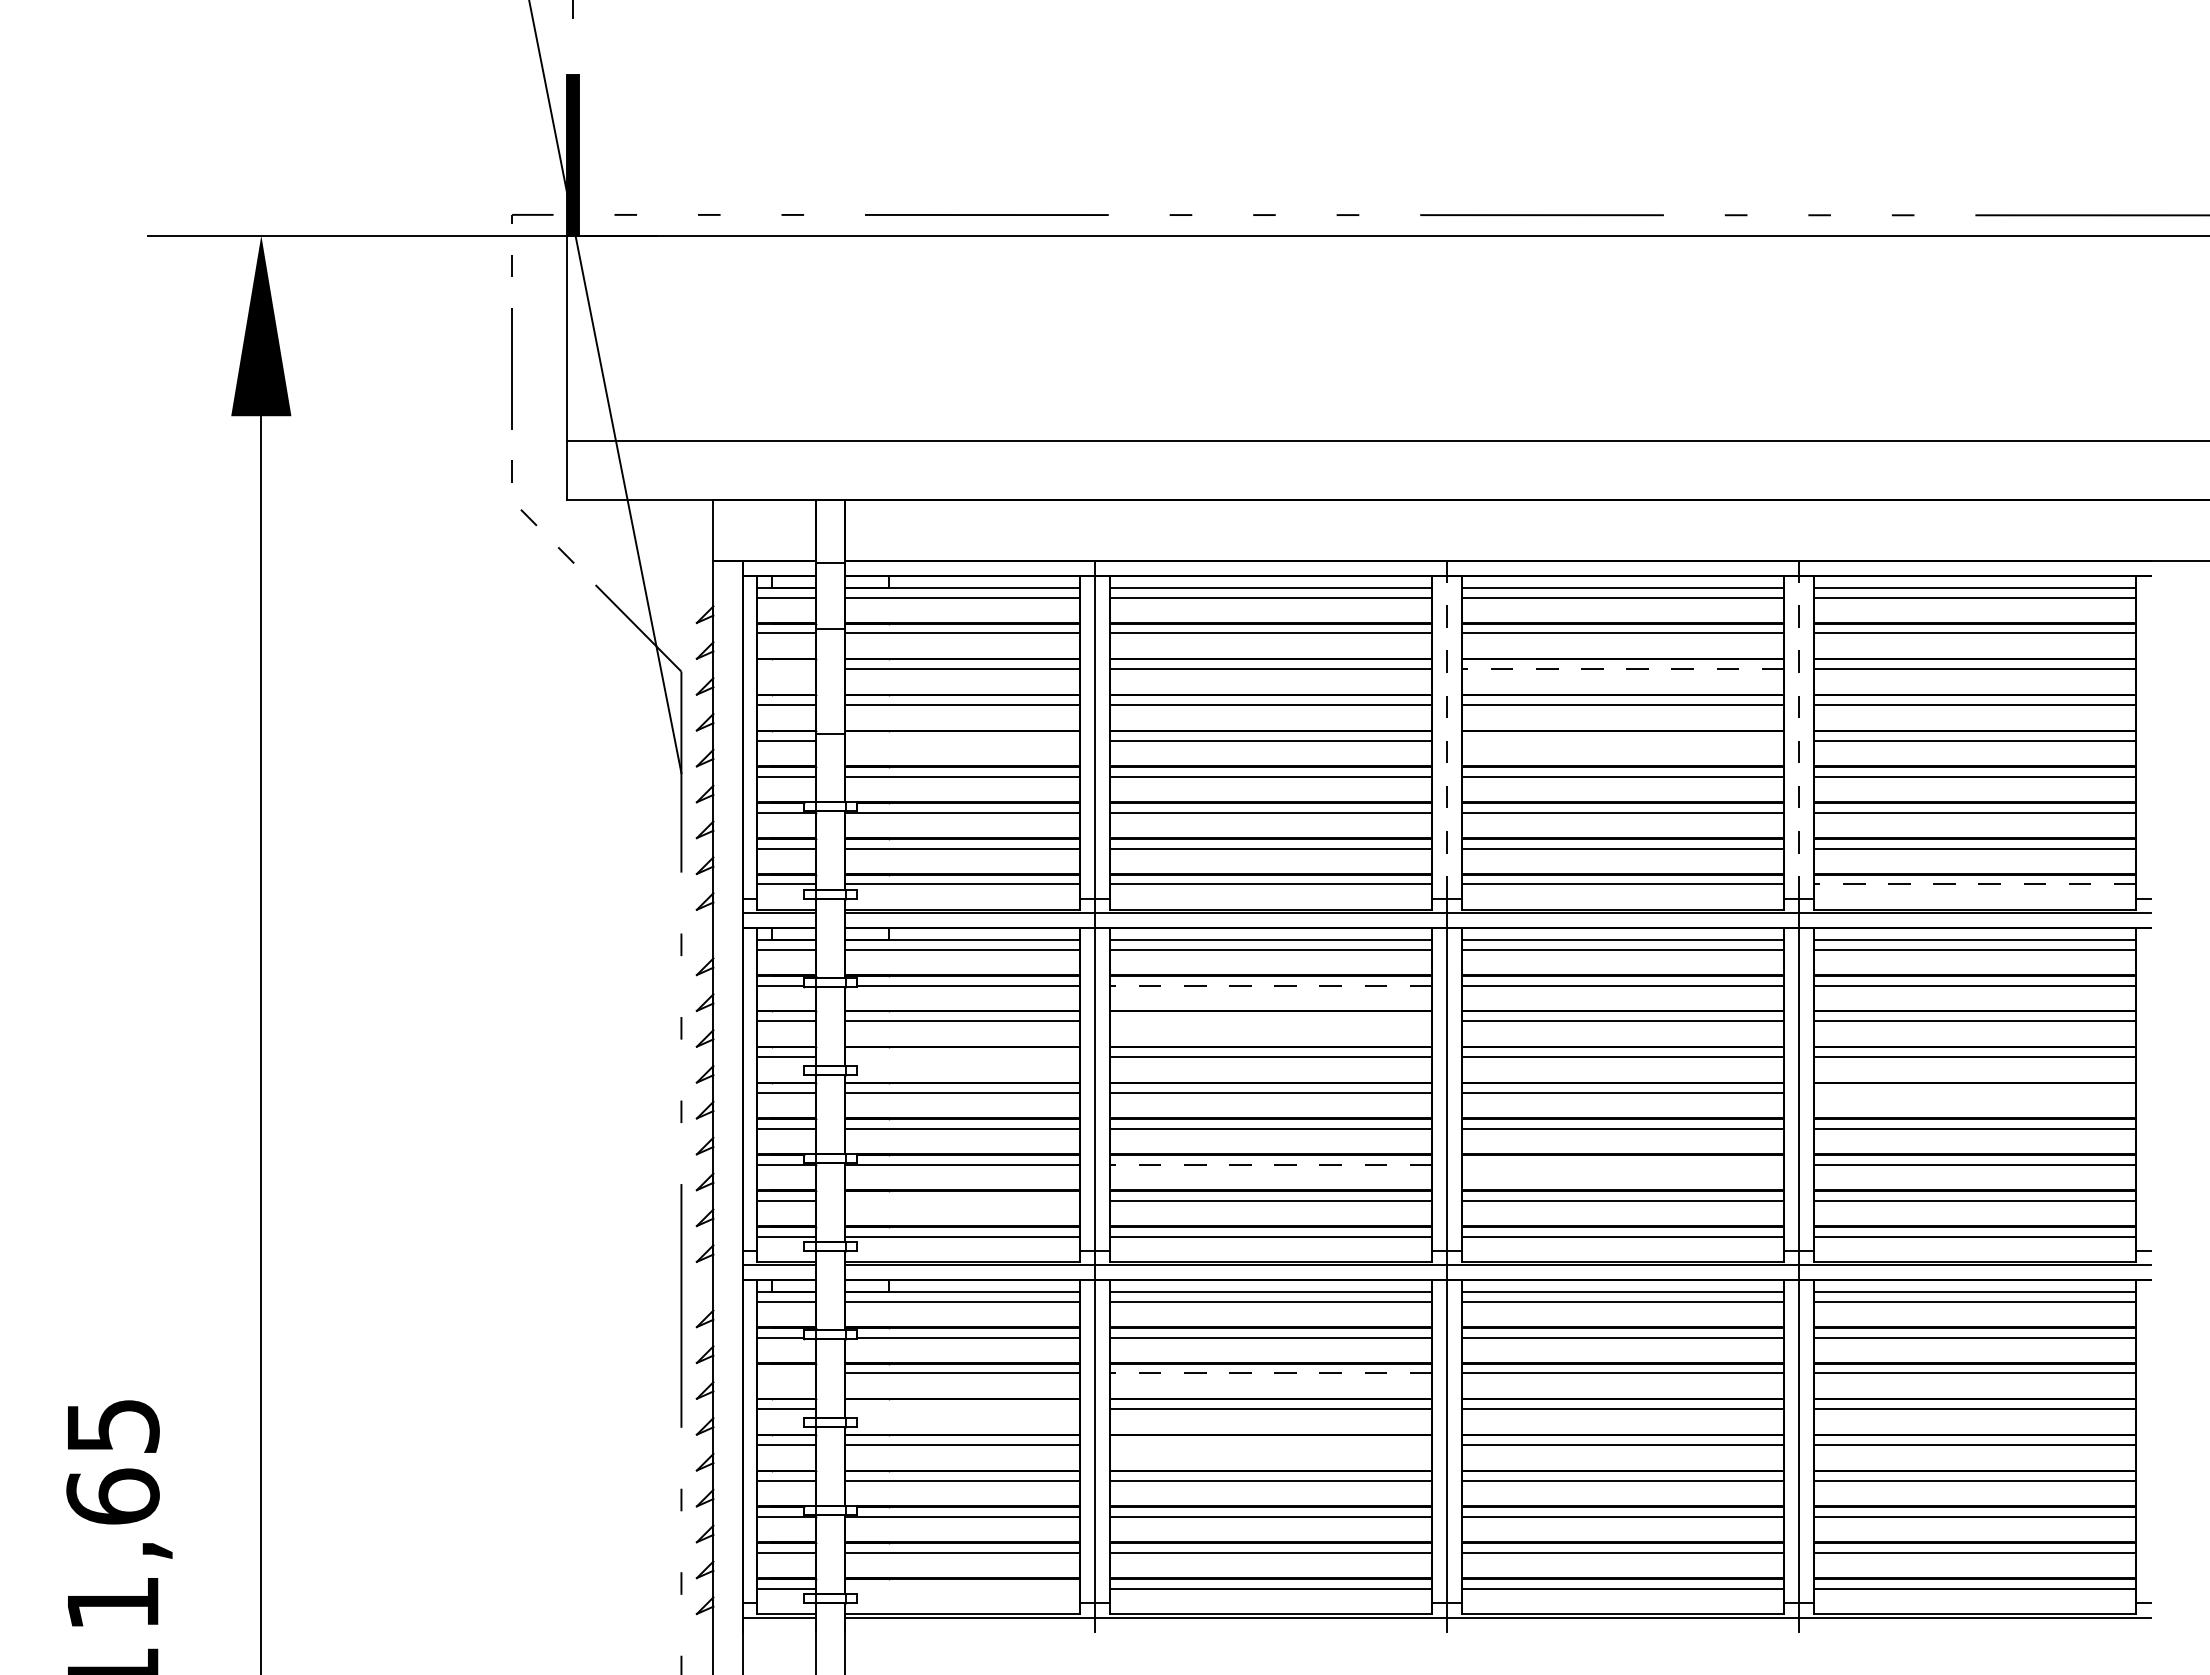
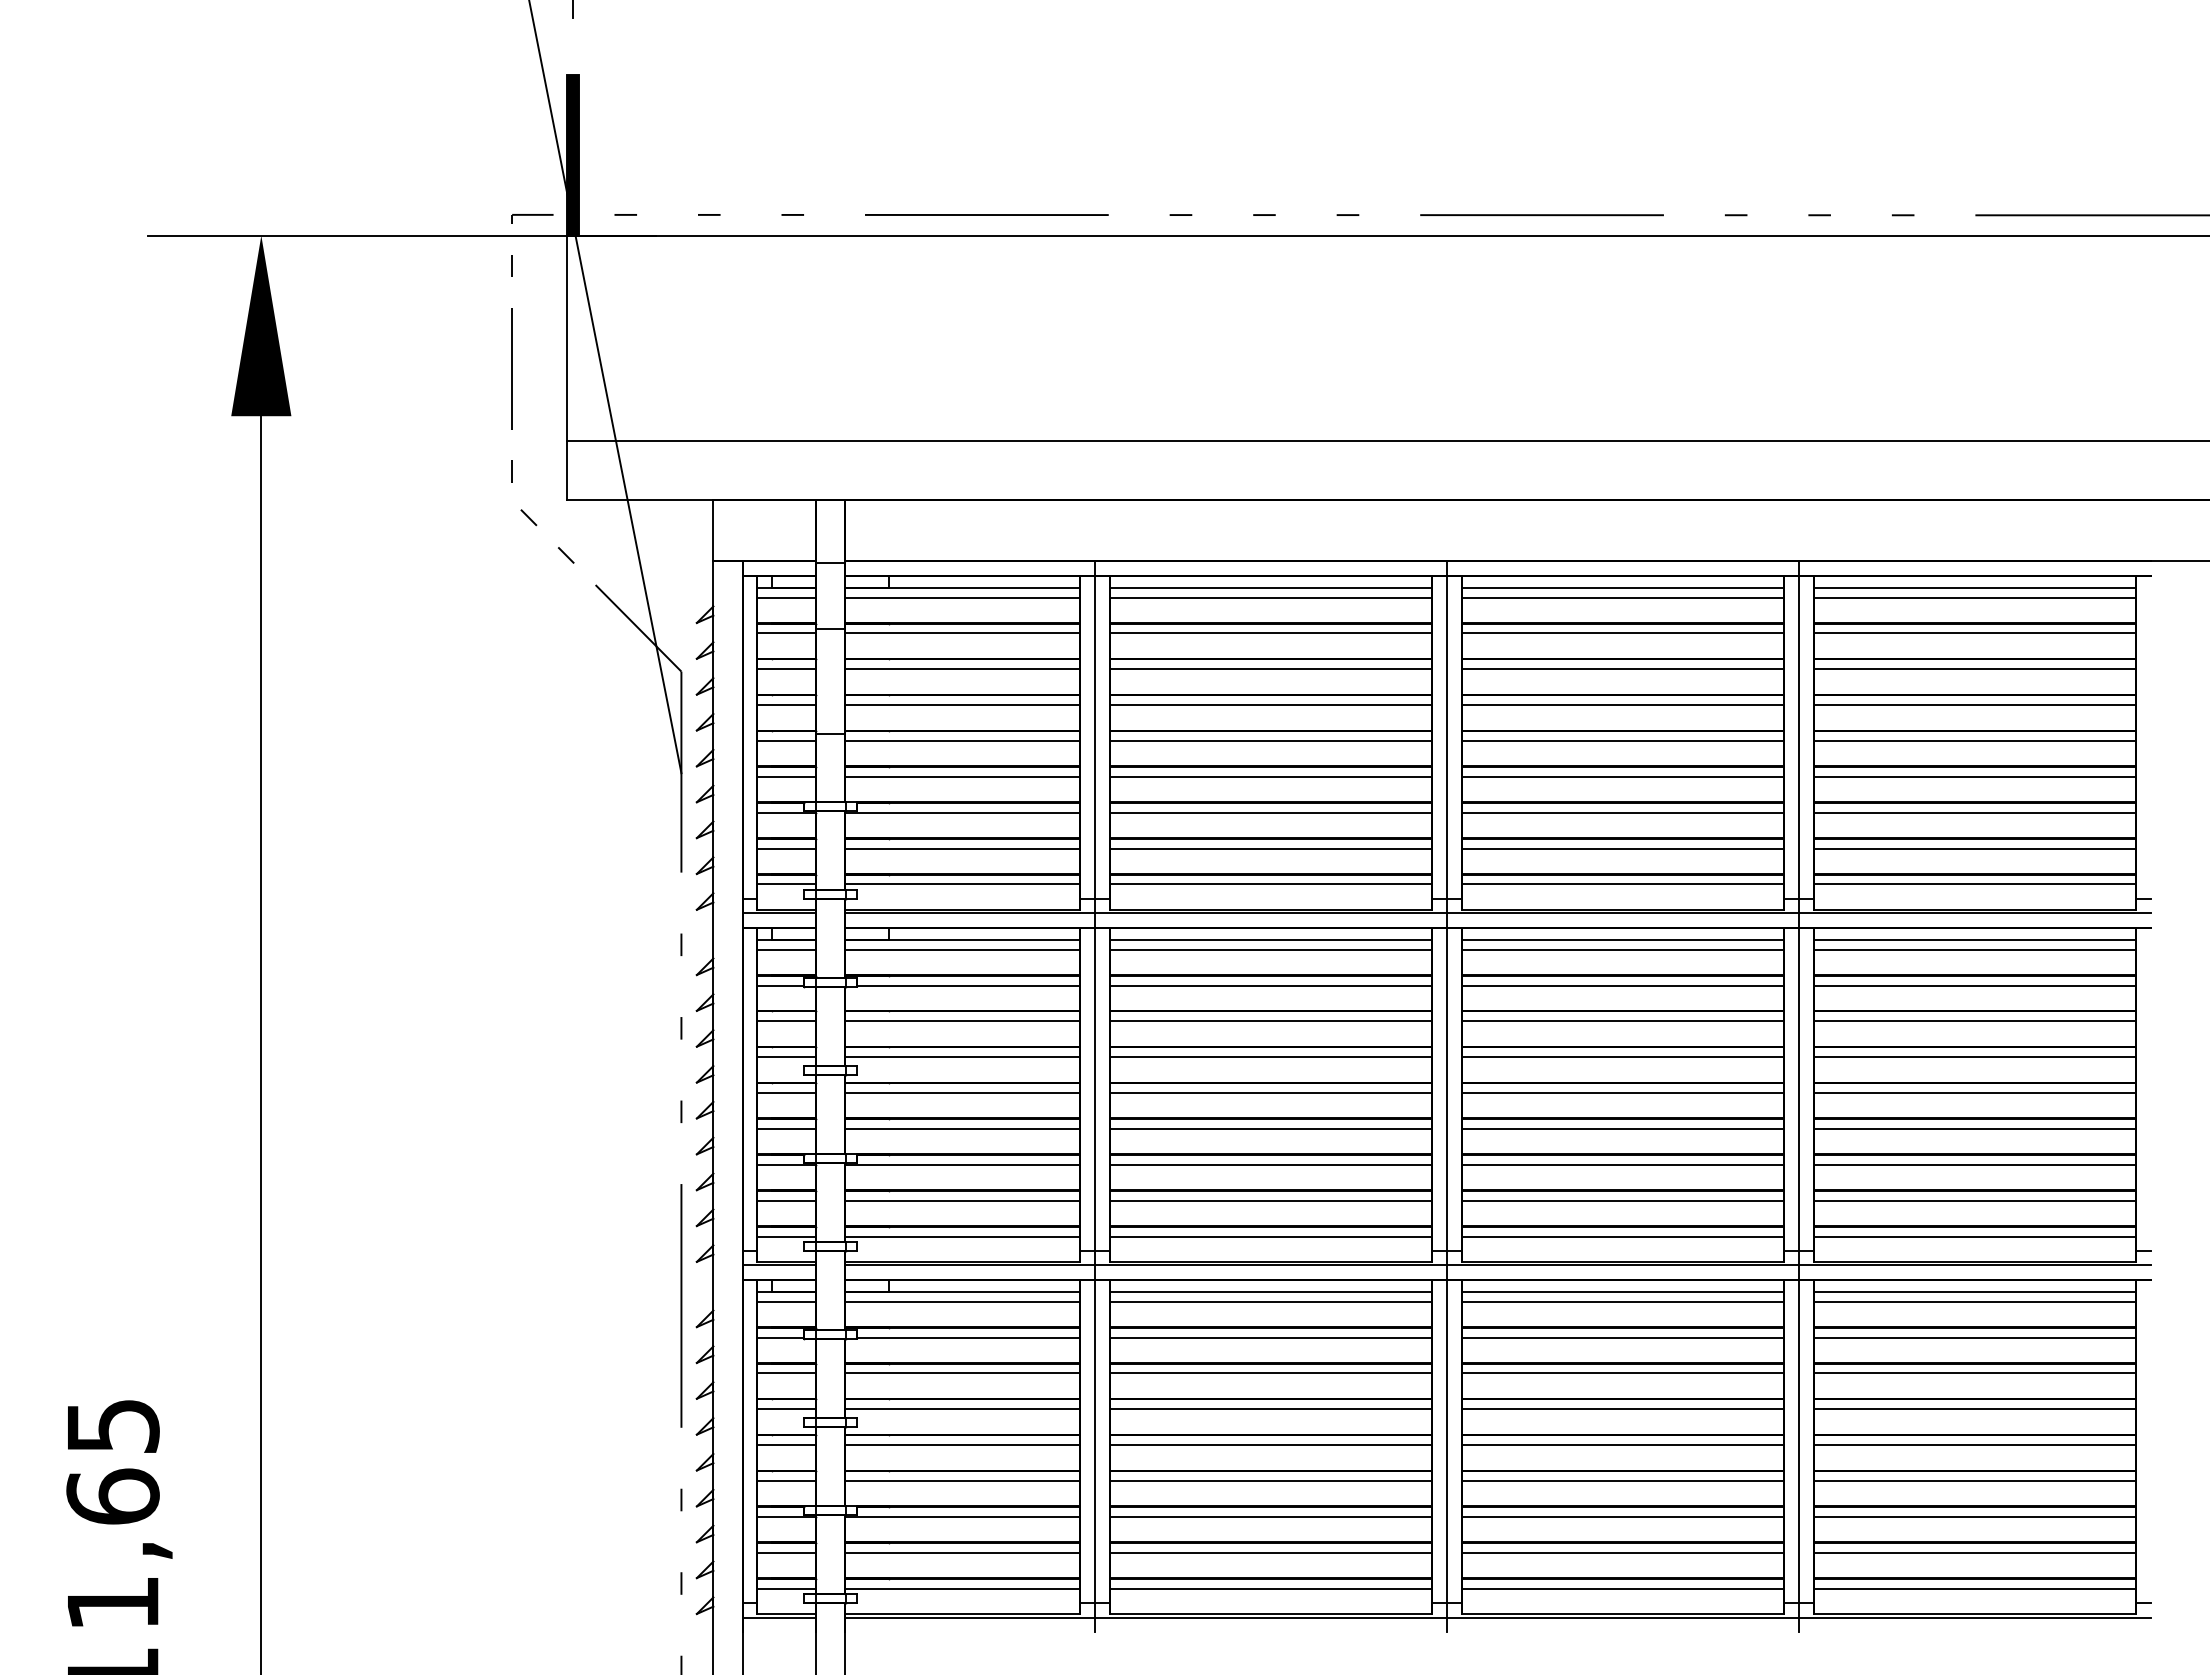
line at (786, 669): none -> present
line at (1622, 669): dashed -> solid
line at (1446, 736): dashed -> solid
line at (1798, 736): dashed -> solid
line at (962, 741): none -> present
line at (1622, 741): none -> present
line at (1974, 884): dashed -> solid
line at (1270, 985): dashed -> solid
line at (1270, 1021): none -> present
line at (962, 1057): none -> present
line at (1974, 1093): none -> present
line at (1270, 1164): dashed -> solid
line at (1622, 1164): none -> present
line at (962, 1200): none -> present
line at (786, 1373): none -> present
line at (1270, 1373): dashed -> solid
line at (962, 1409): none -> present
line at (1270, 1445): none -> present
line at (962, 1588): none -> present
